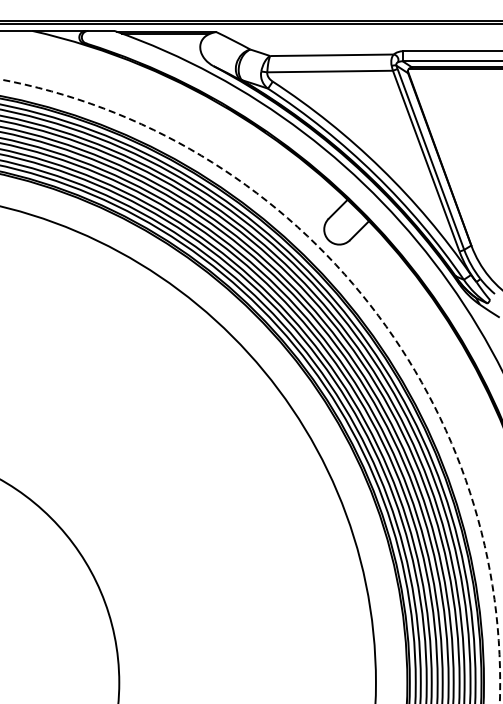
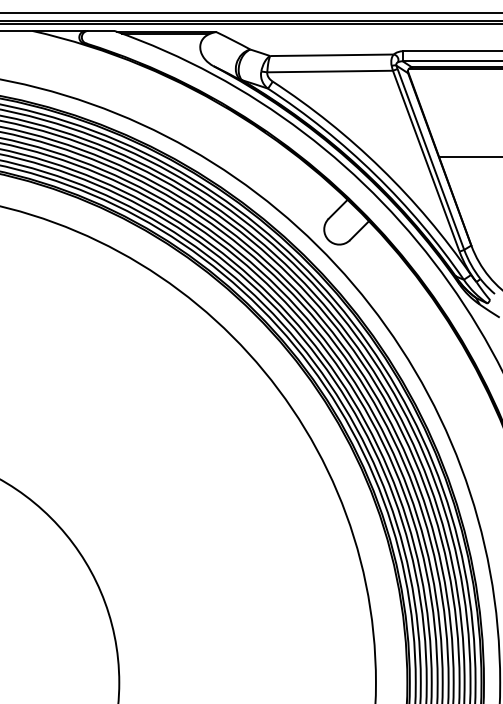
line at (250, 13): none -> present
line at (469, 157): none -> present
arc at (365, 298): dashed -> solid
